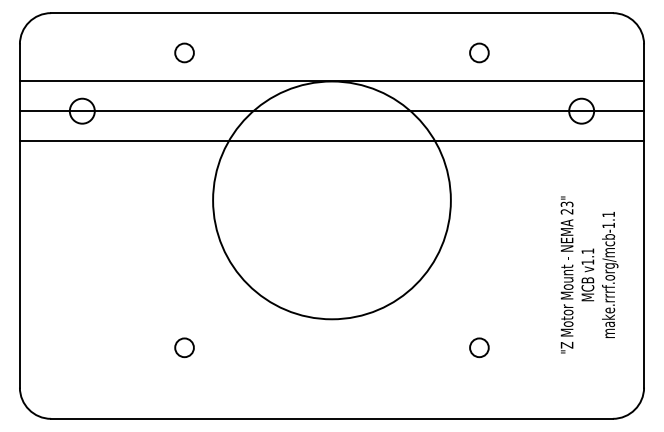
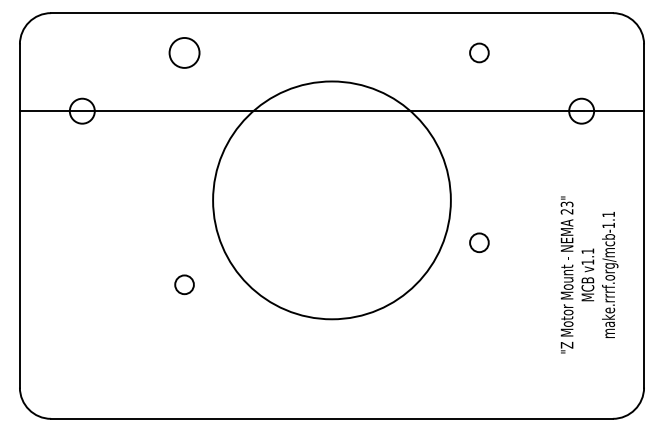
circle at (184, 52) diameter: 19 px -> 30 px
line at (331, 81): present -> none
line at (331, 140): present -> none
circle at (184, 347) position: (184, 347) -> (184, 284)
circle at (479, 347) position: (479, 347) -> (479, 242)
